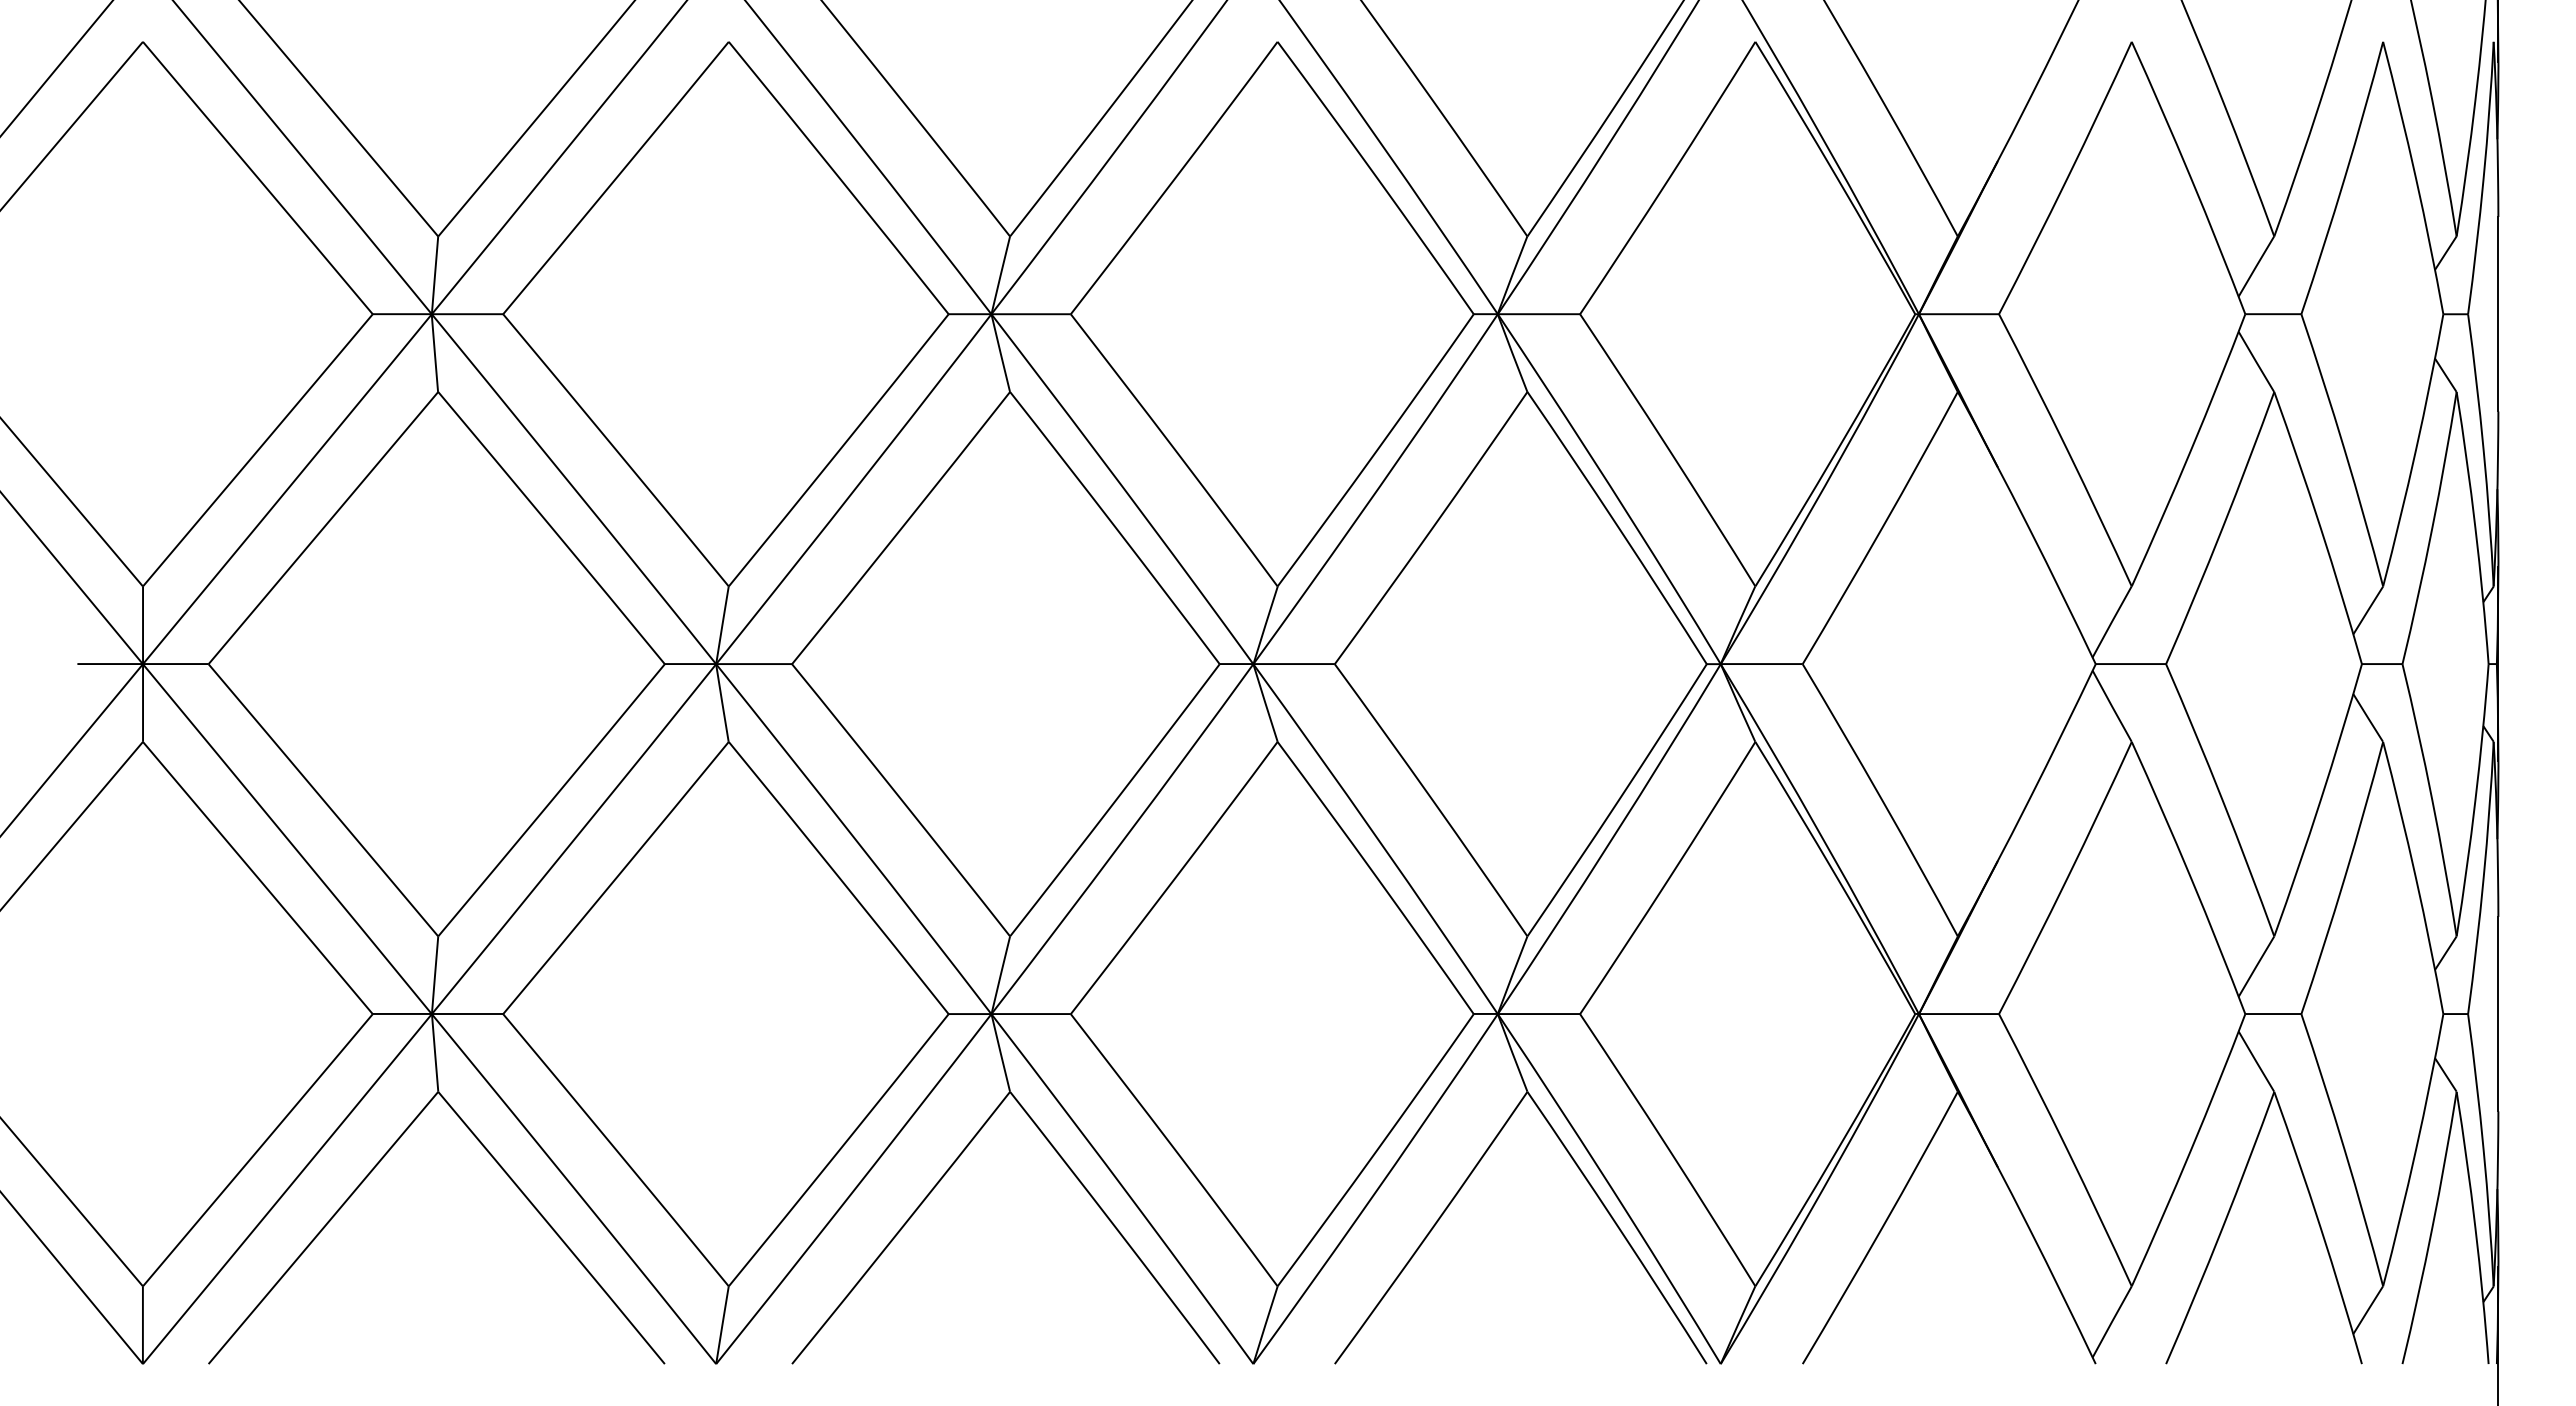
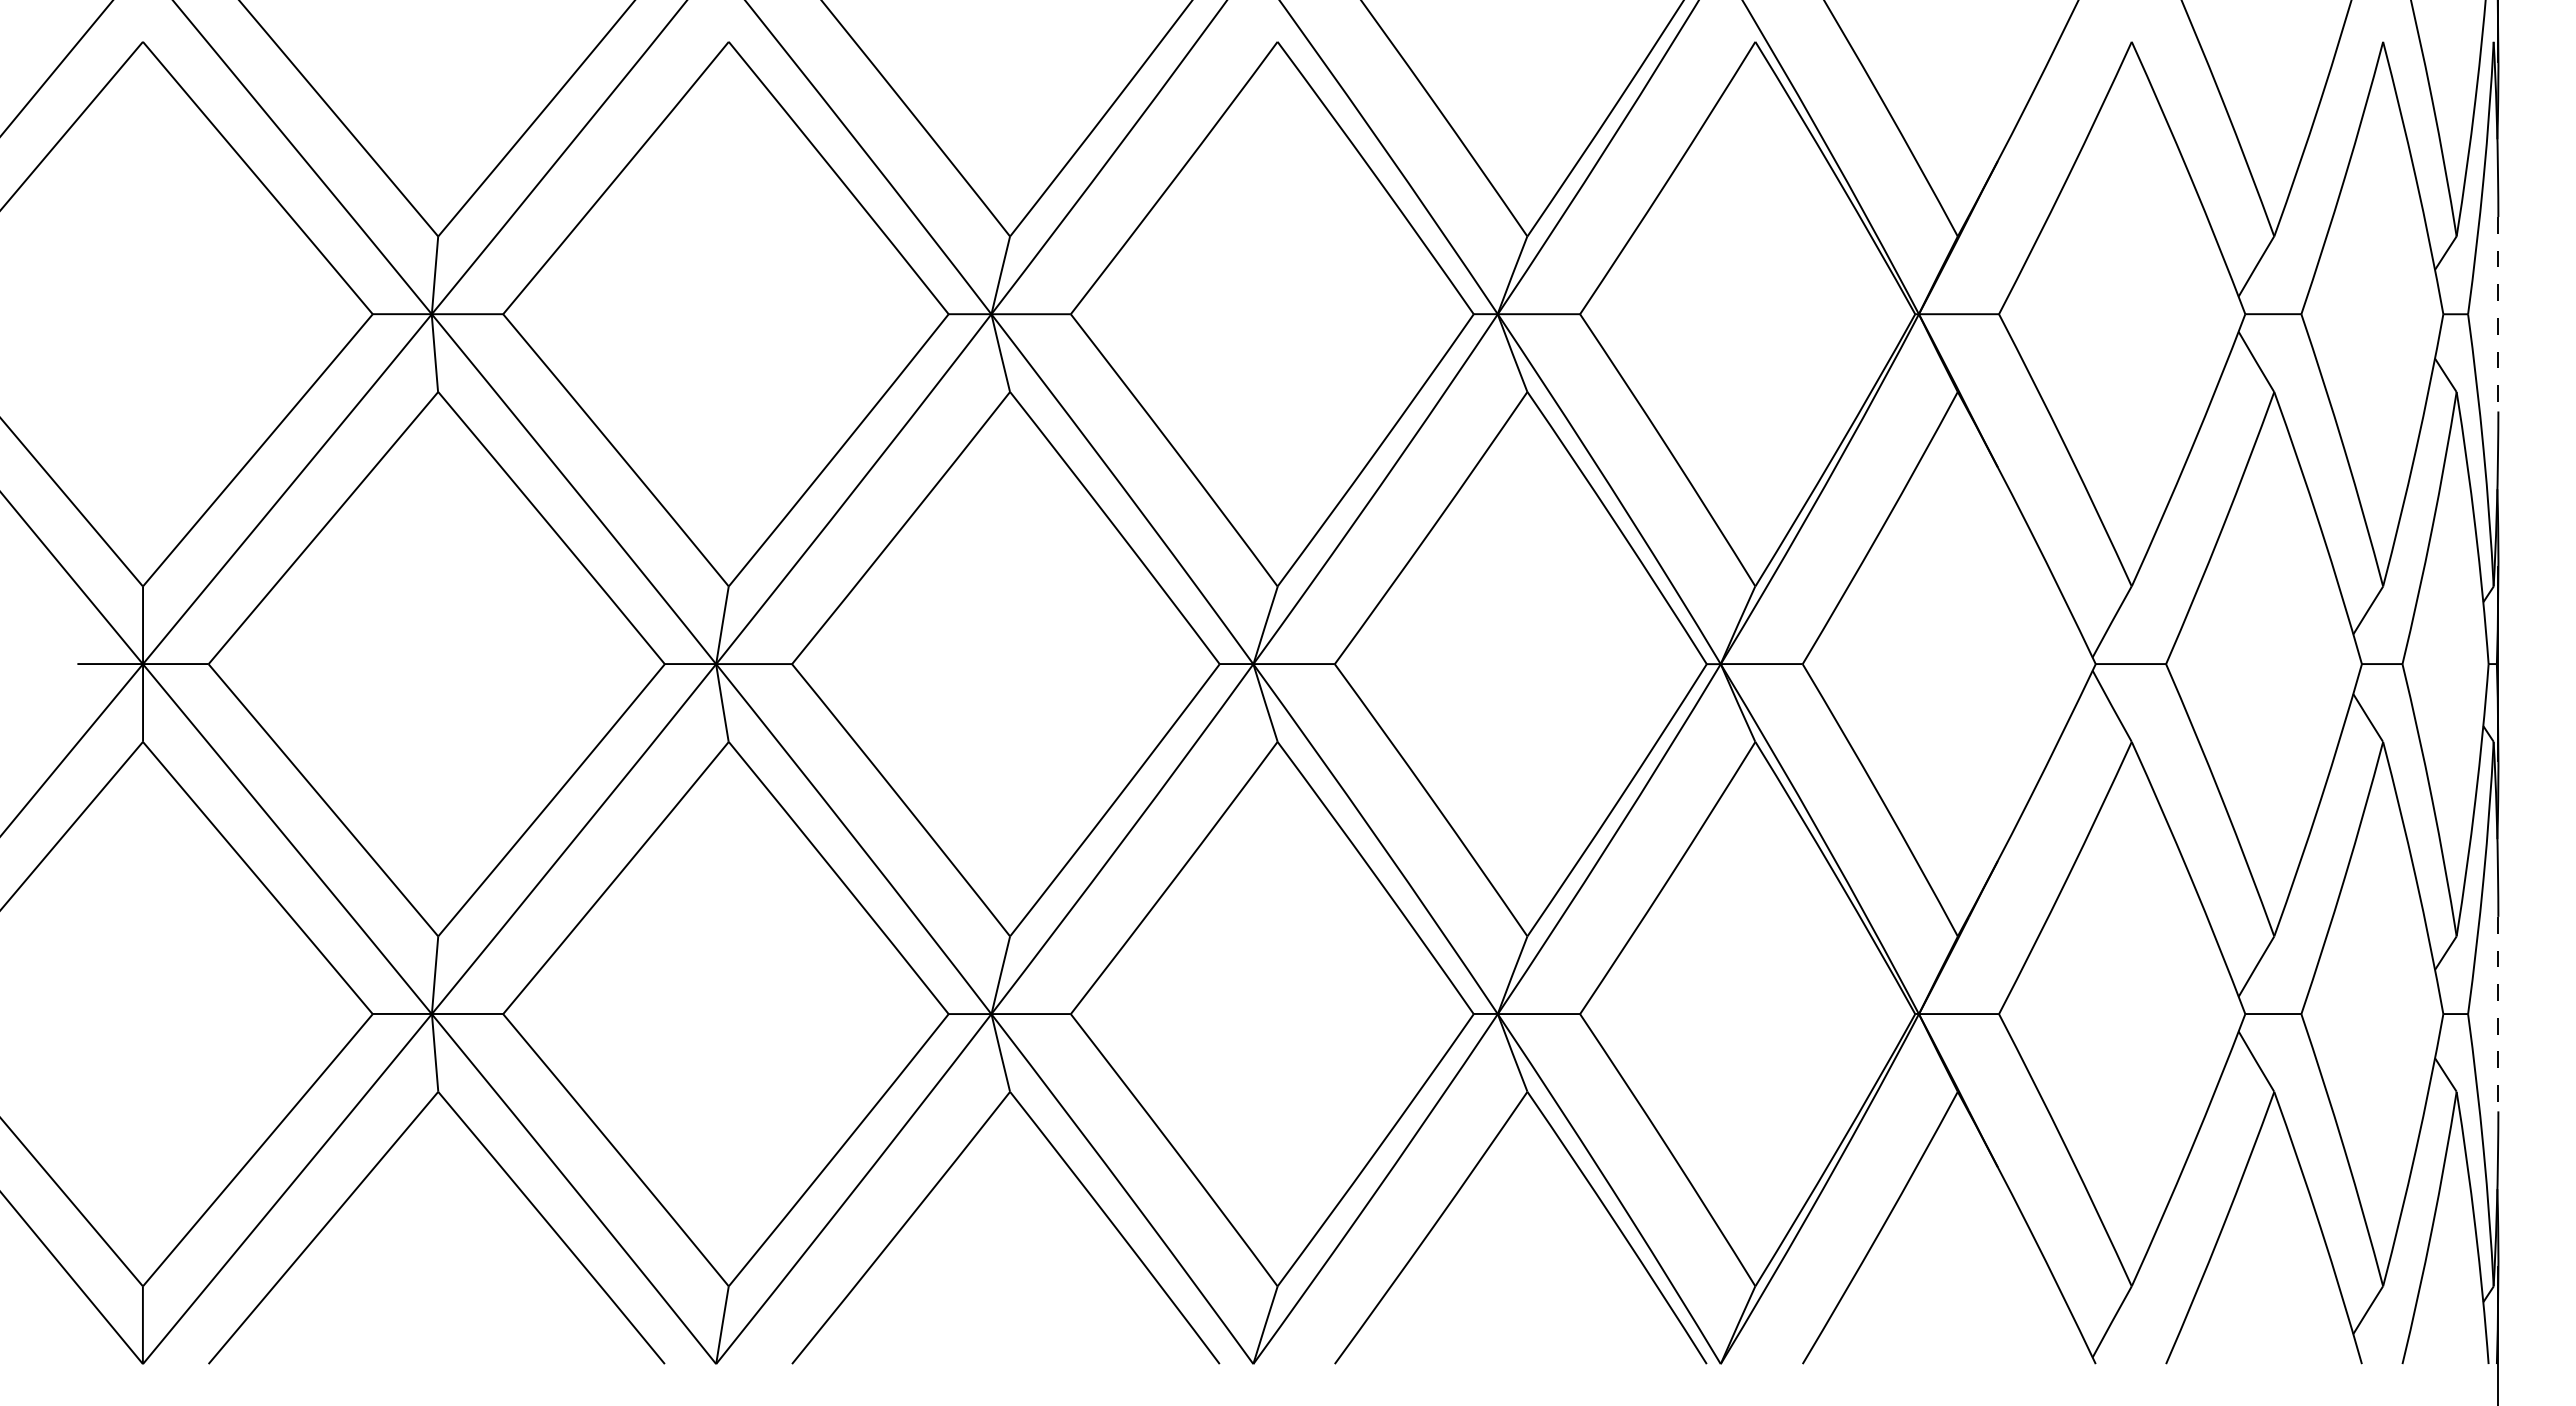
line at (2498, 314): solid -> dashed
line at (2498, 1014): solid -> dashed
